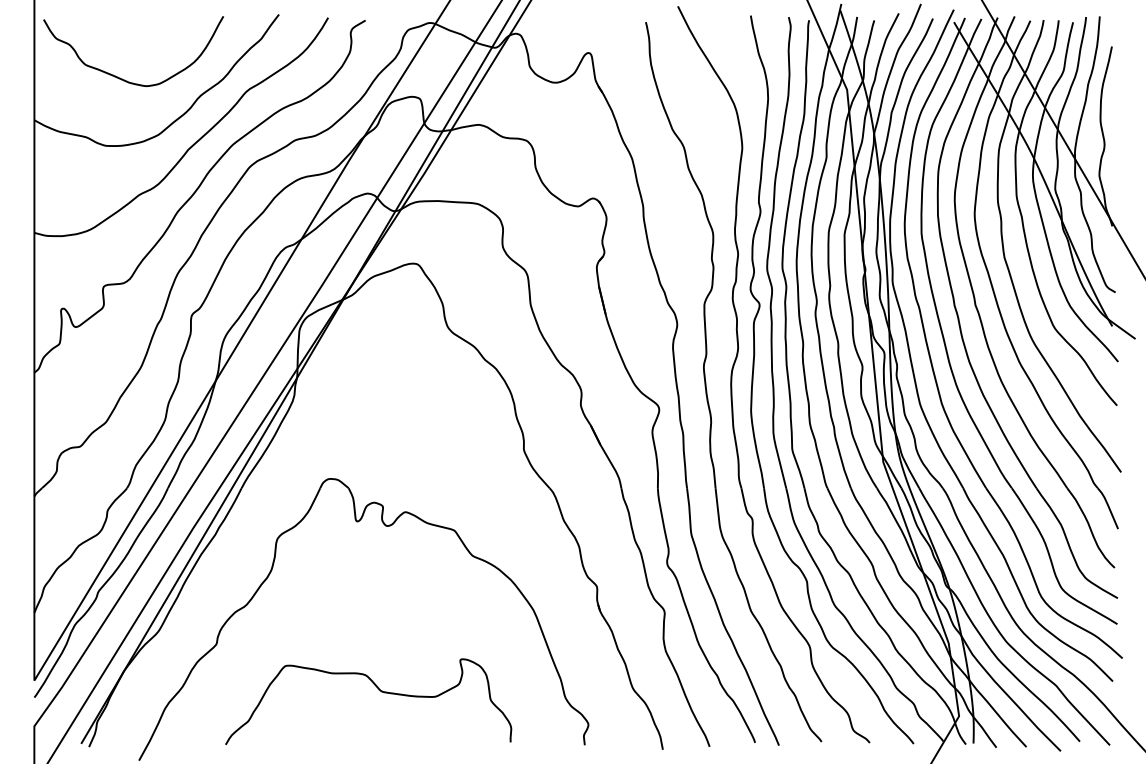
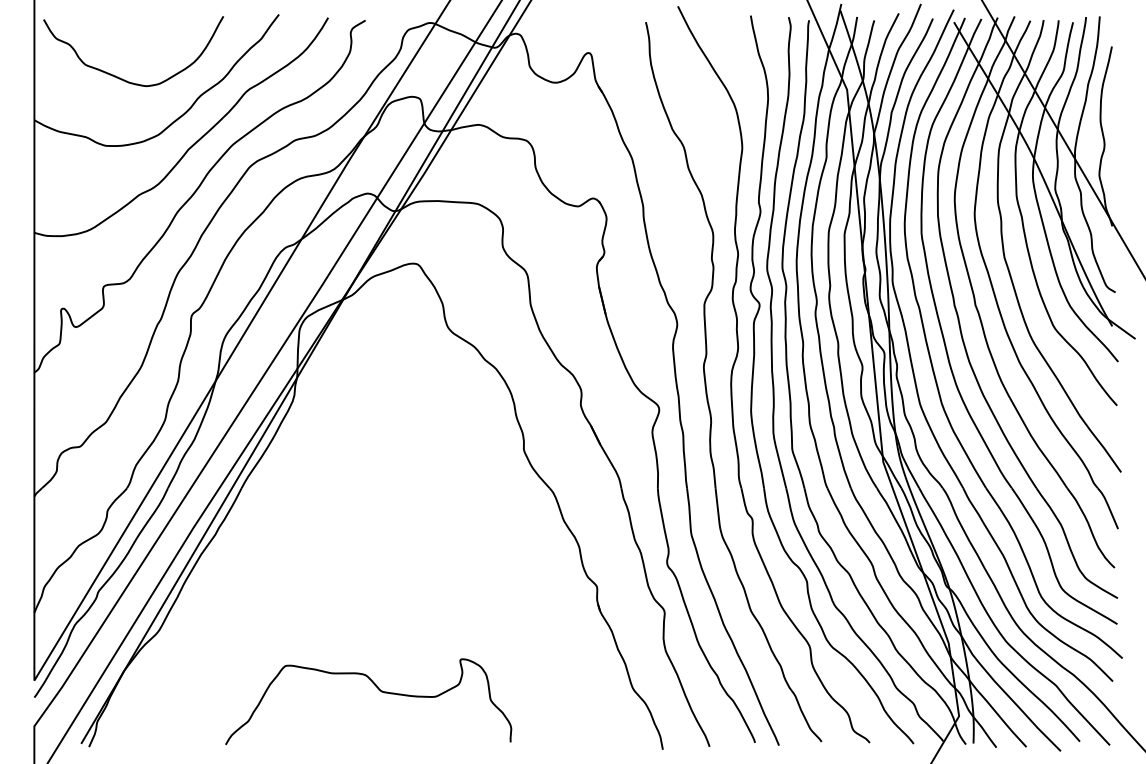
part at (385, 526): present -> none
